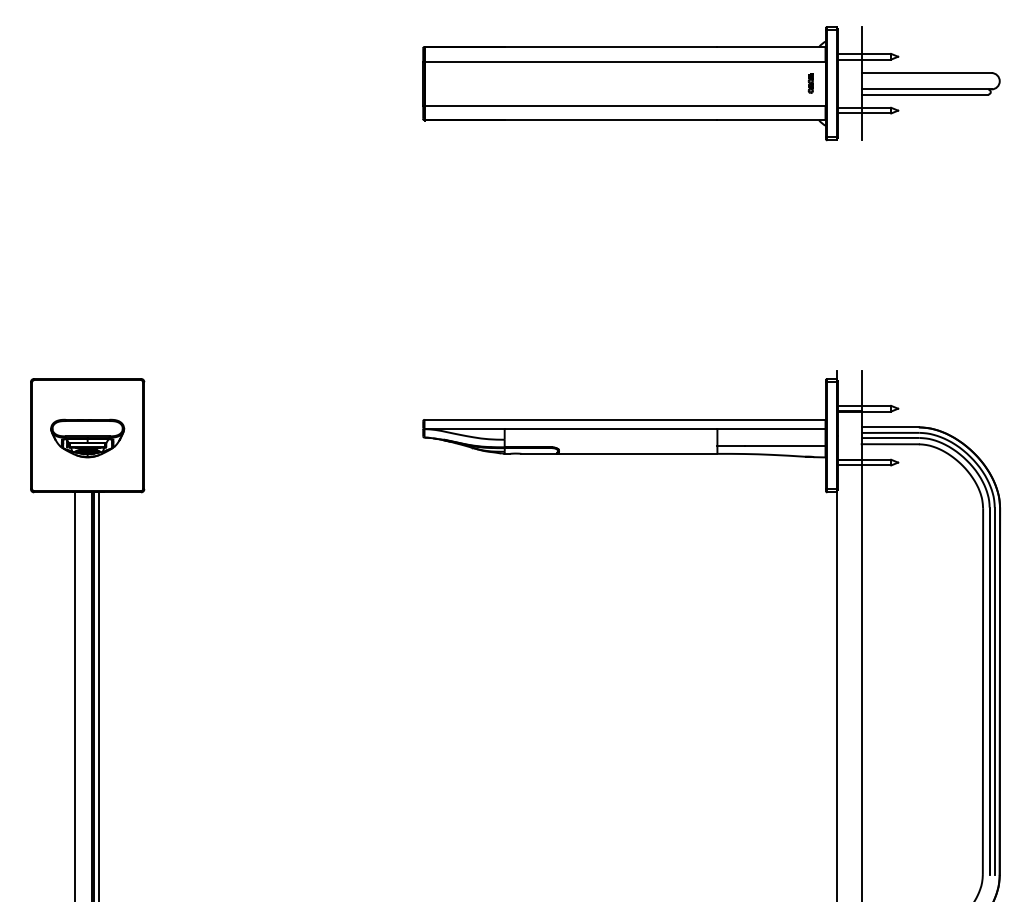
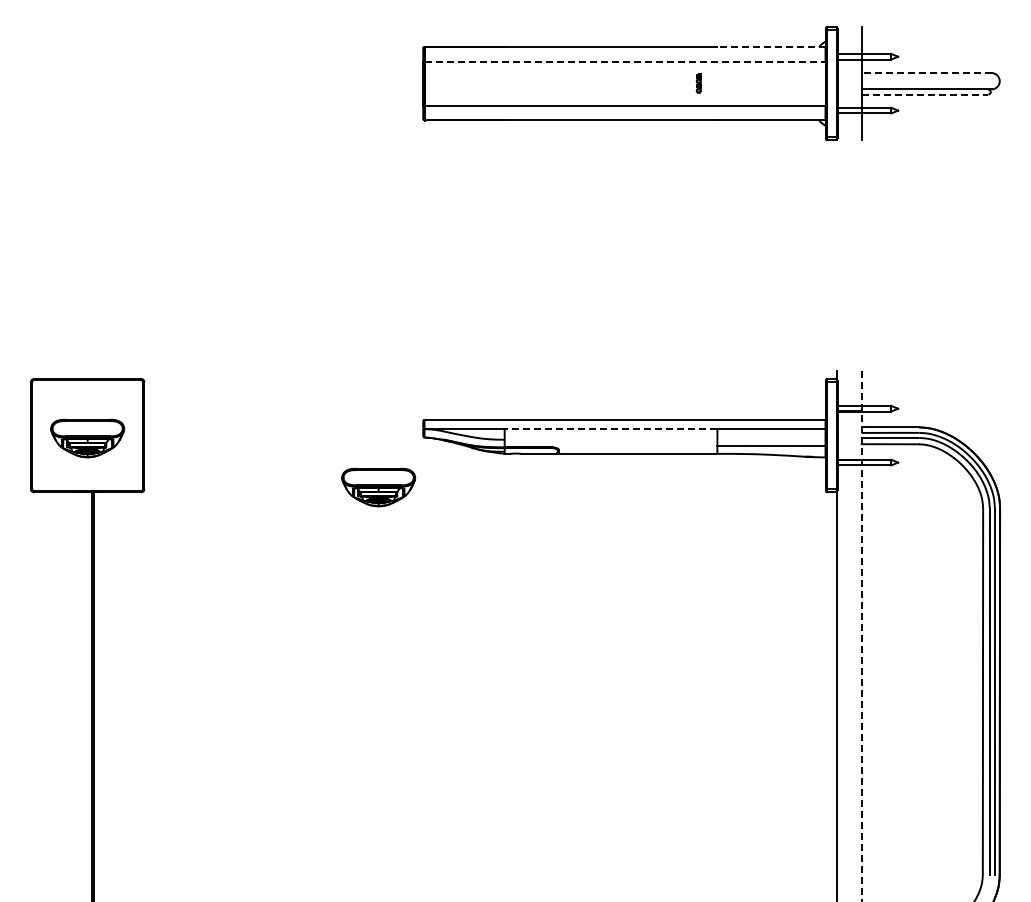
line at (770, 47): solid -> dashed
line at (625, 61): solid -> dashed
line at (926, 73): solid -> dashed
part at (810, 83) position: (810, 83) -> (698, 83)
line at (925, 94): solid -> dashed
line at (610, 428): solid -> dashed
part at (378, 487): none -> present
line at (861, 635): solid -> dashed
line at (75, 695): present -> none
line at (99, 695): present -> none
